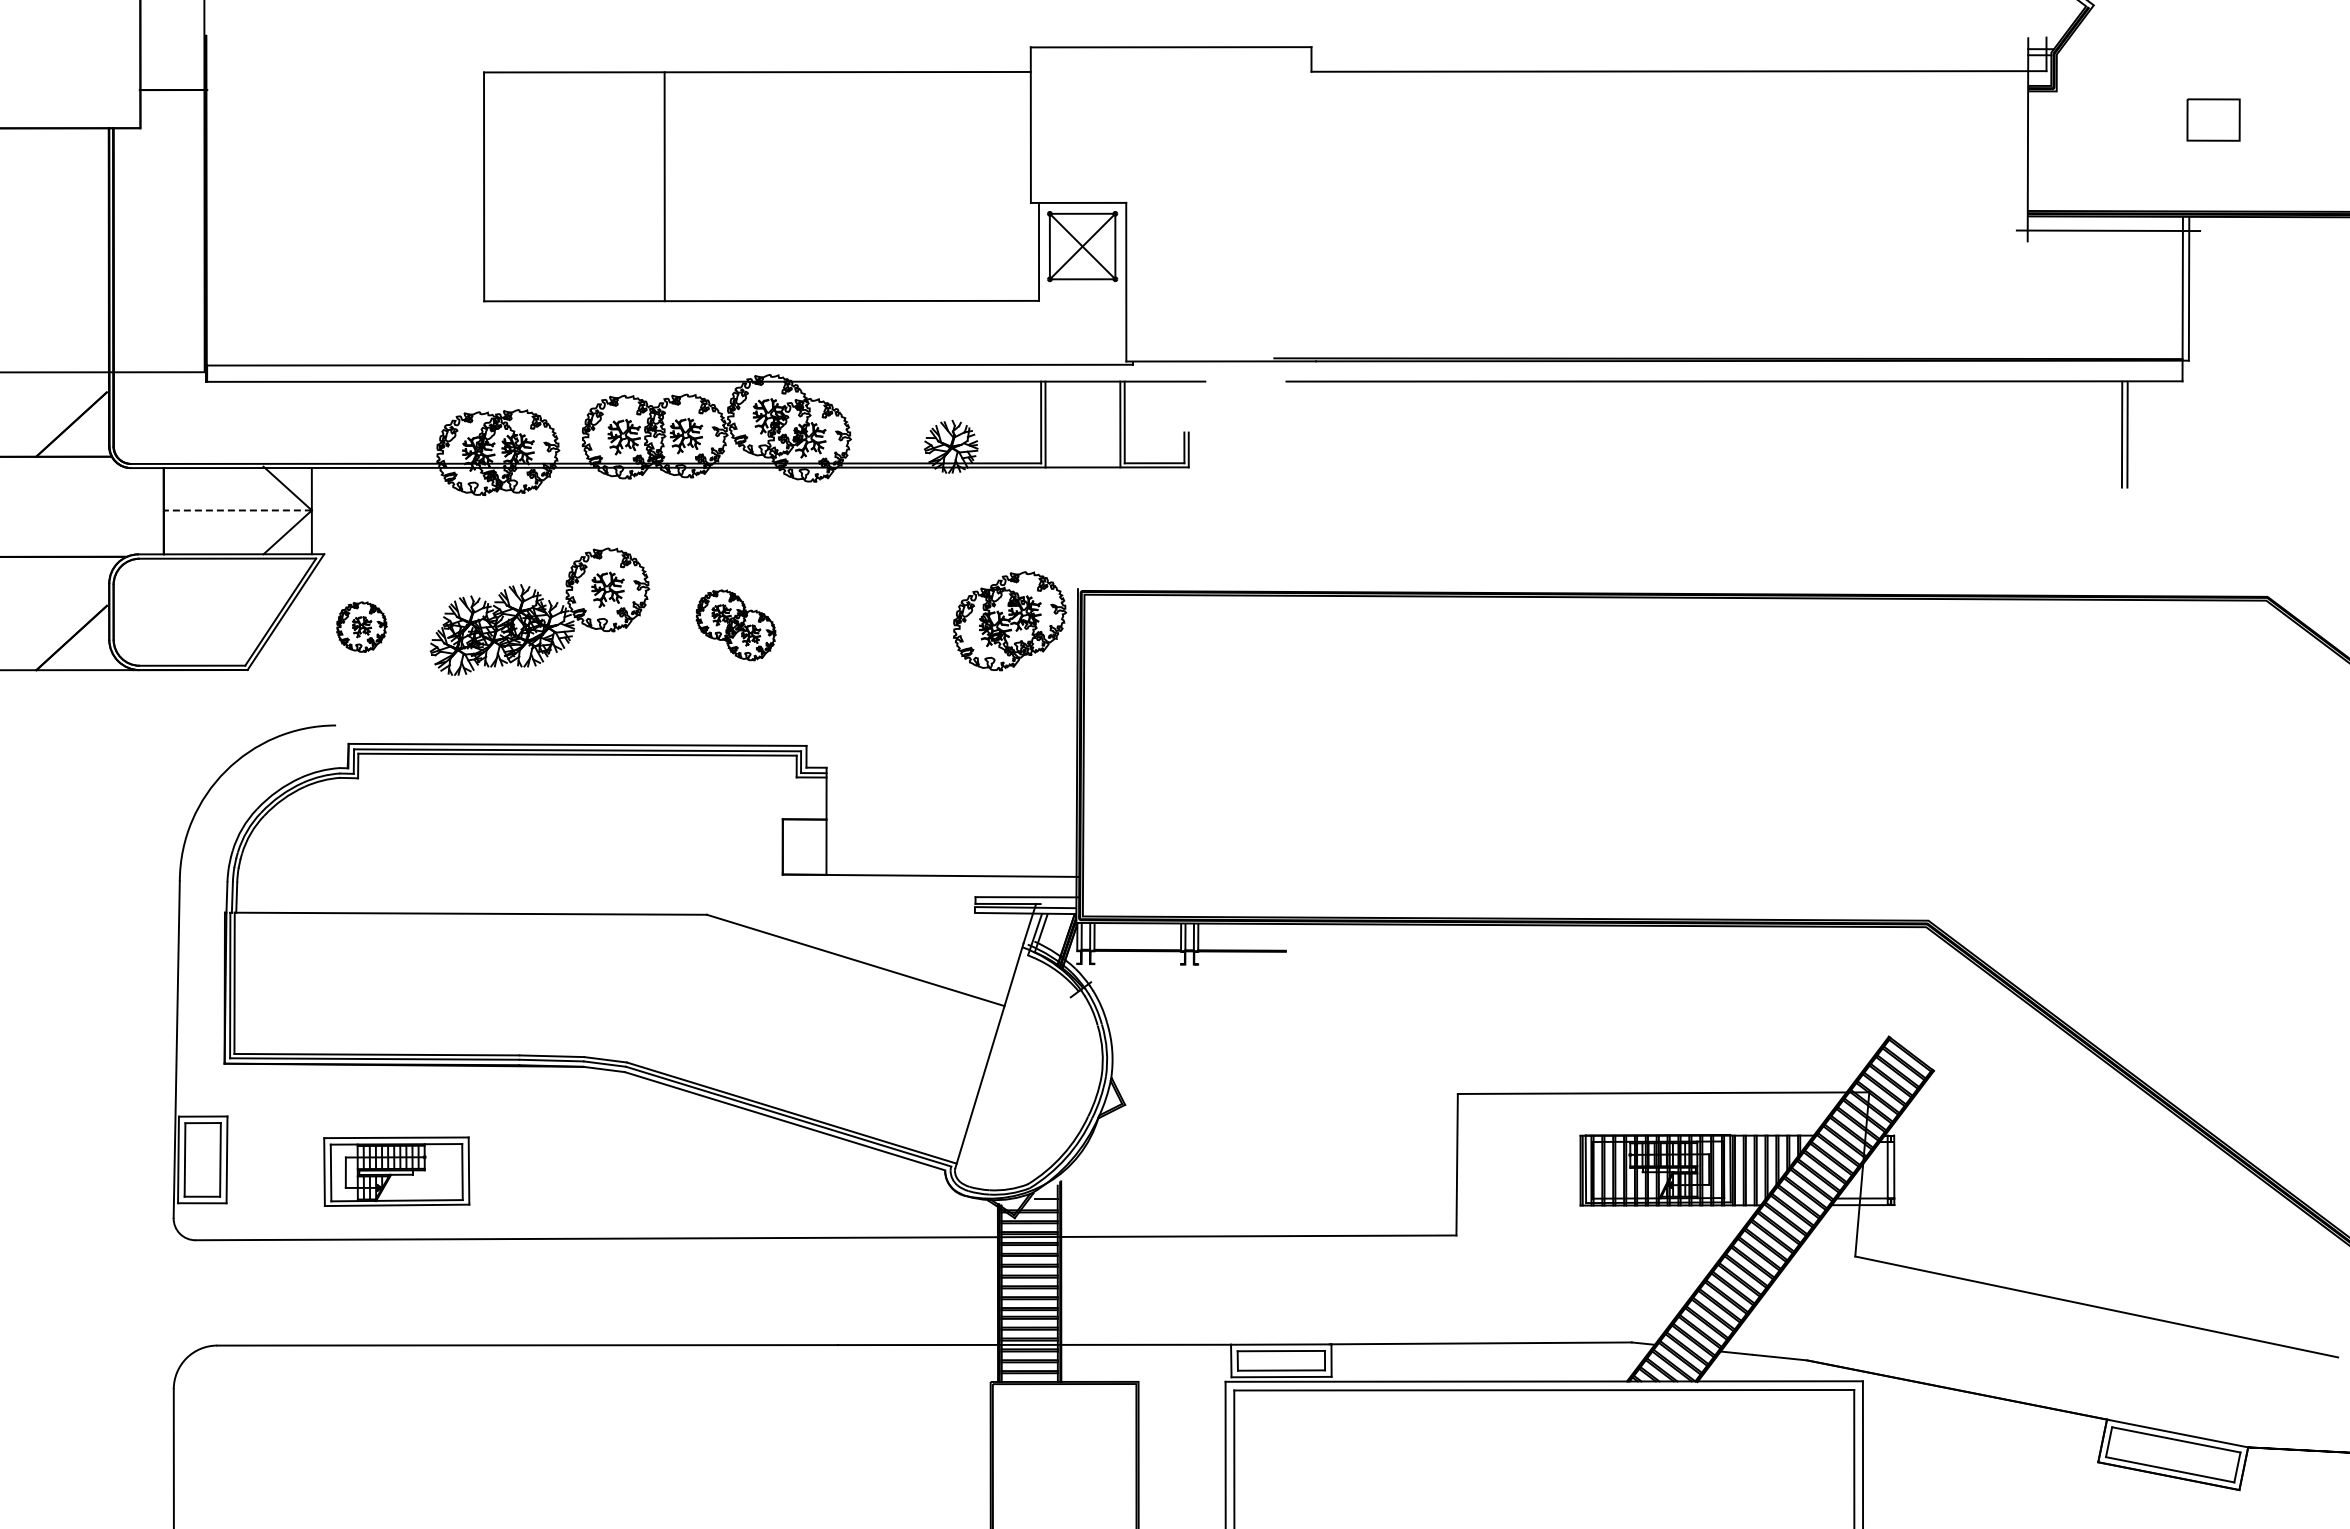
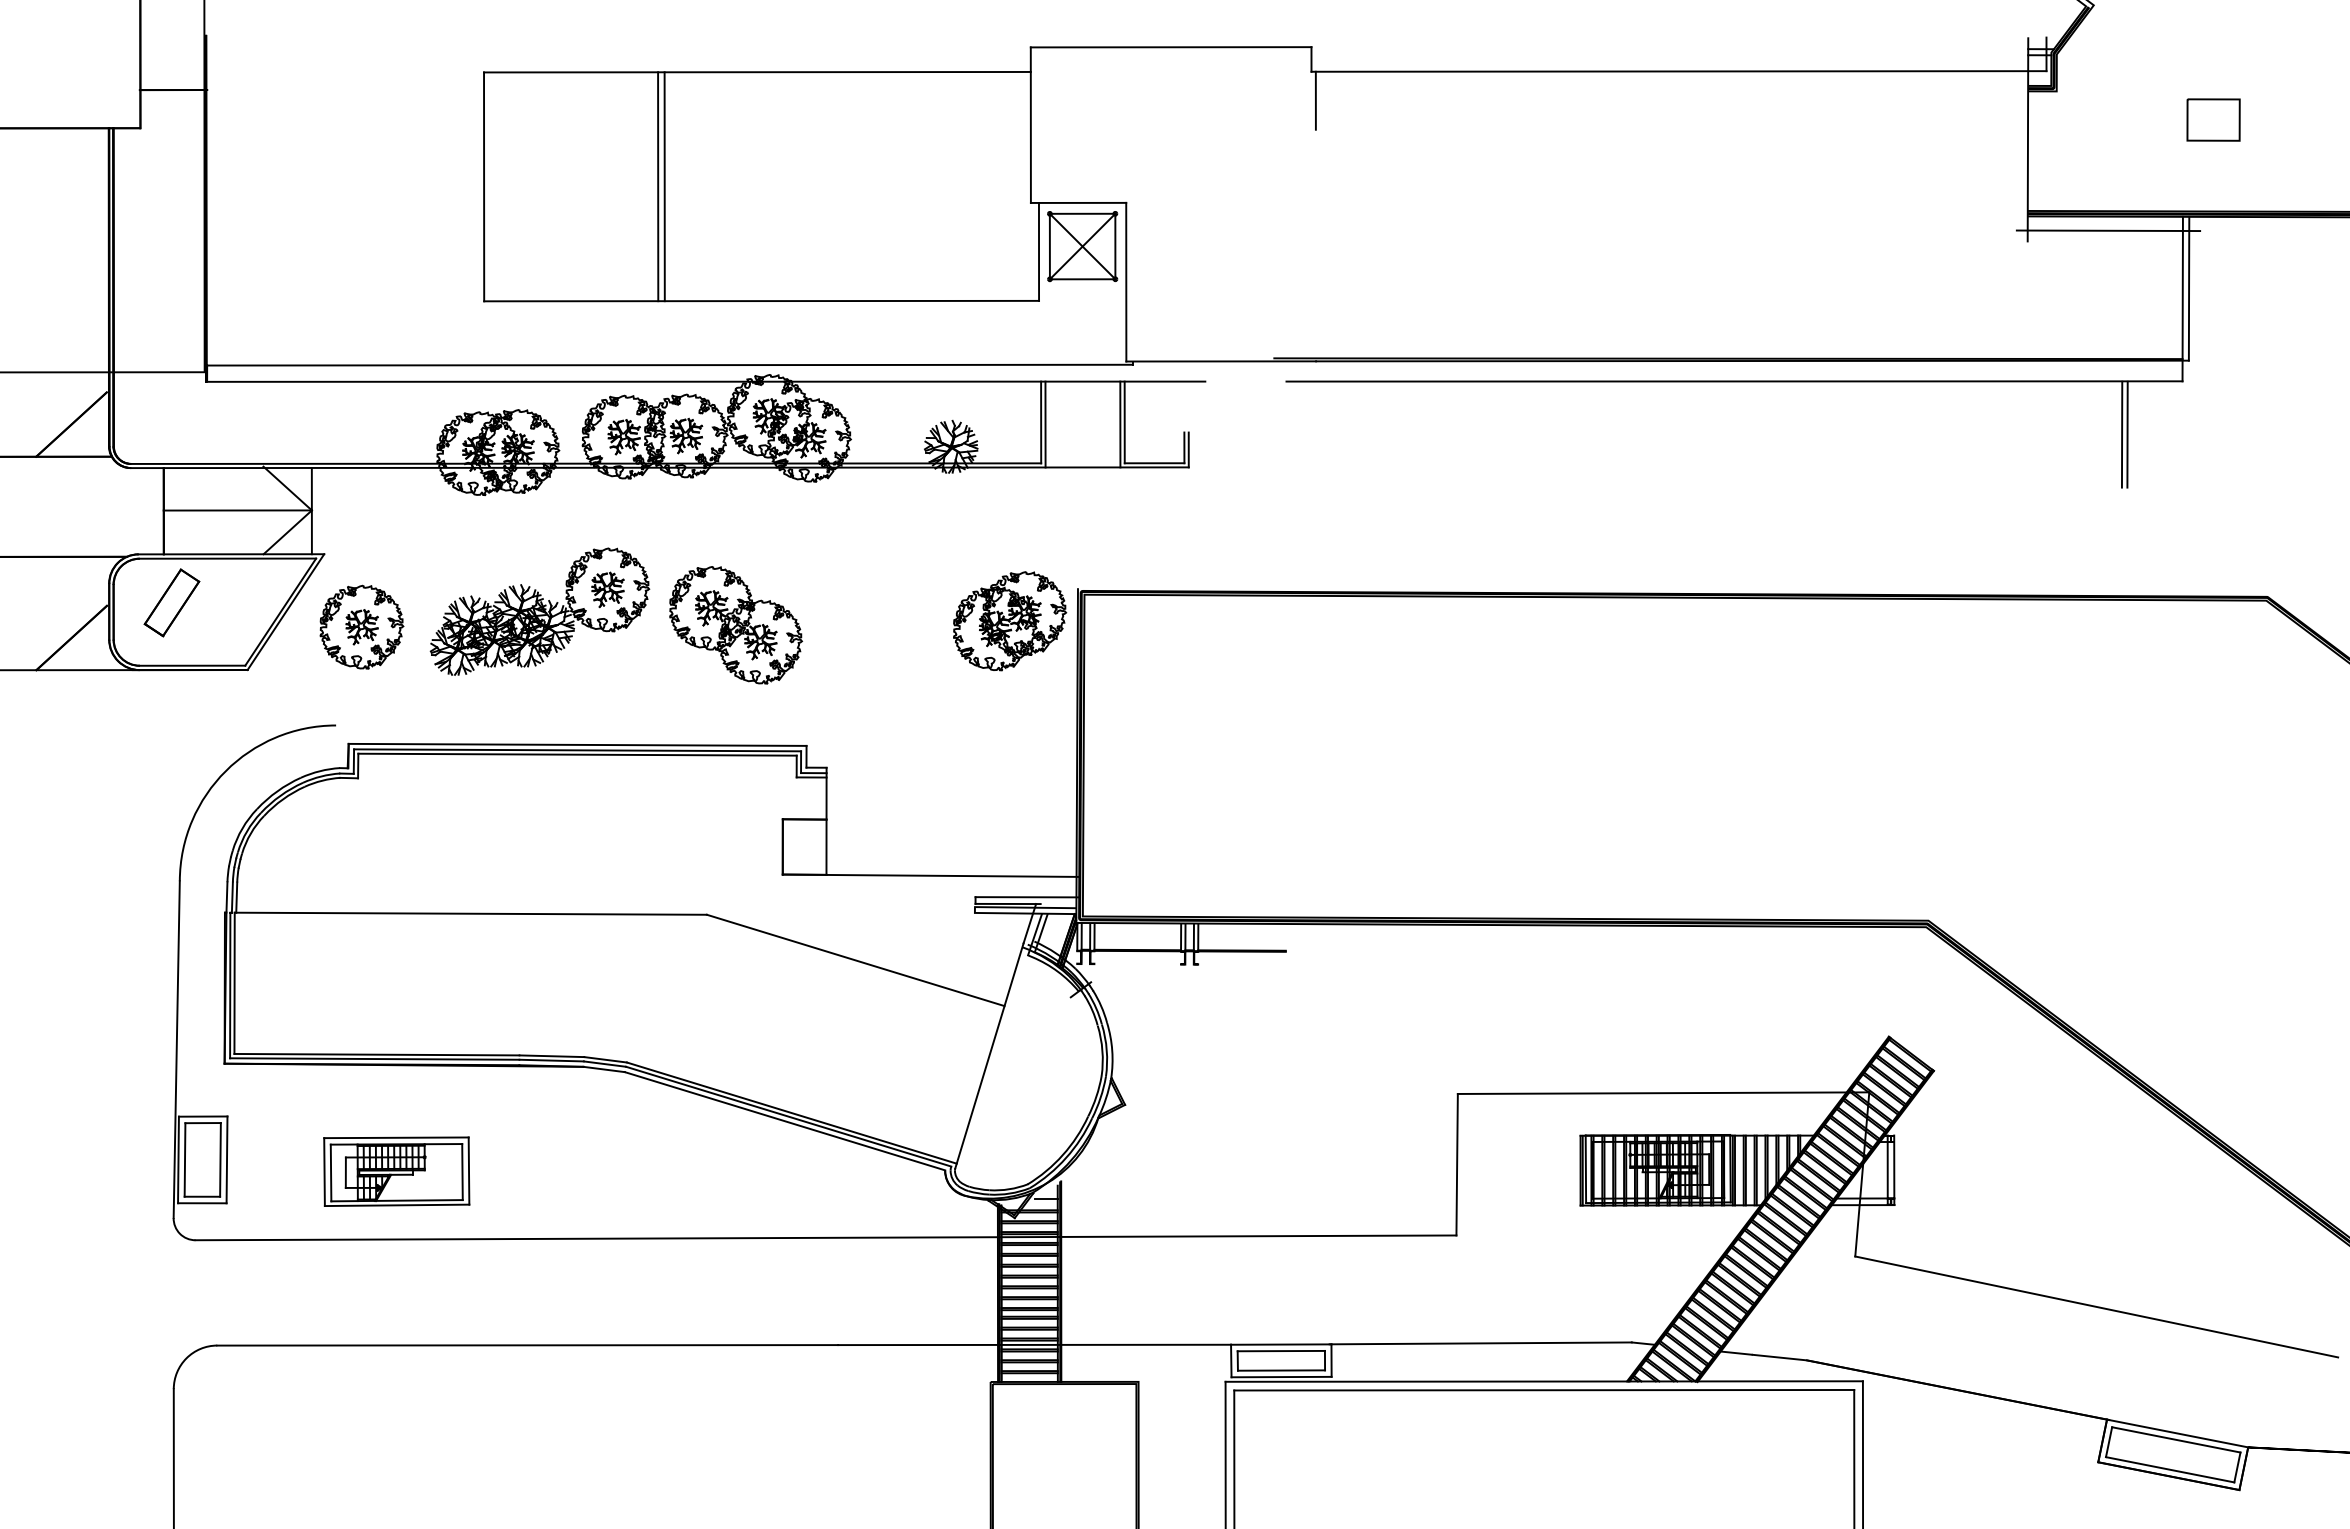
line at (1315, 100): none -> present
line at (658, 186): none -> present
line at (237, 510): dashed -> solid
part at (171, 602): none -> present
part at (735, 625) size: 82x73 px -> 135x119 px
part at (361, 626) size: 52x52 px -> 86x86 px
